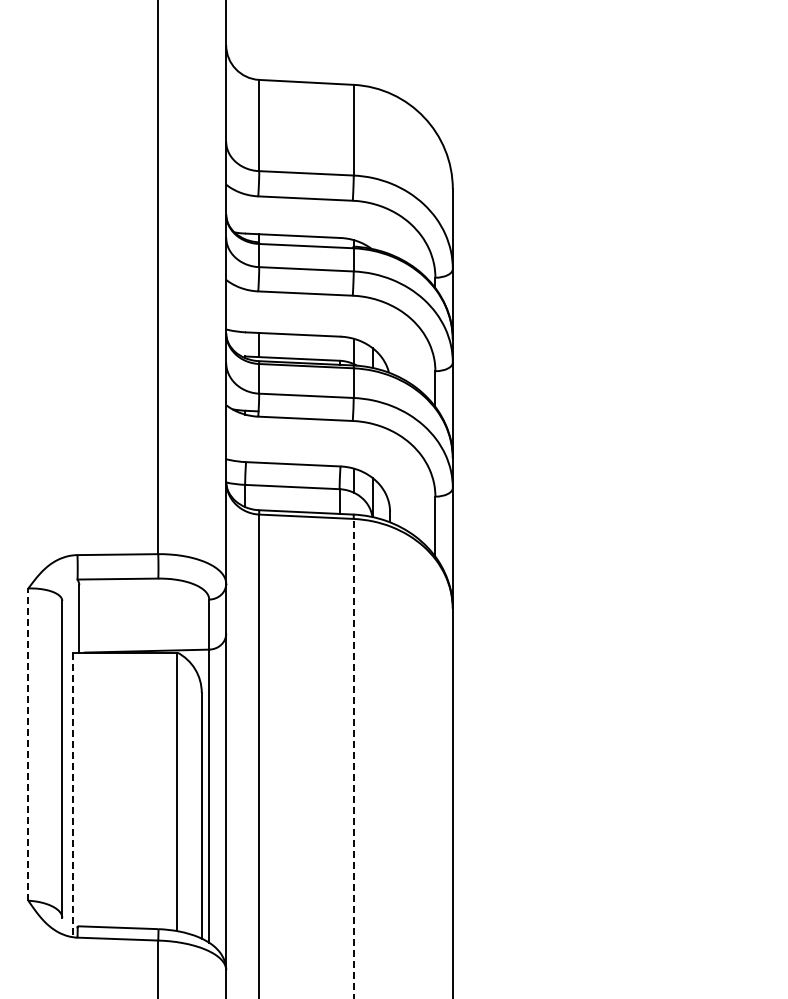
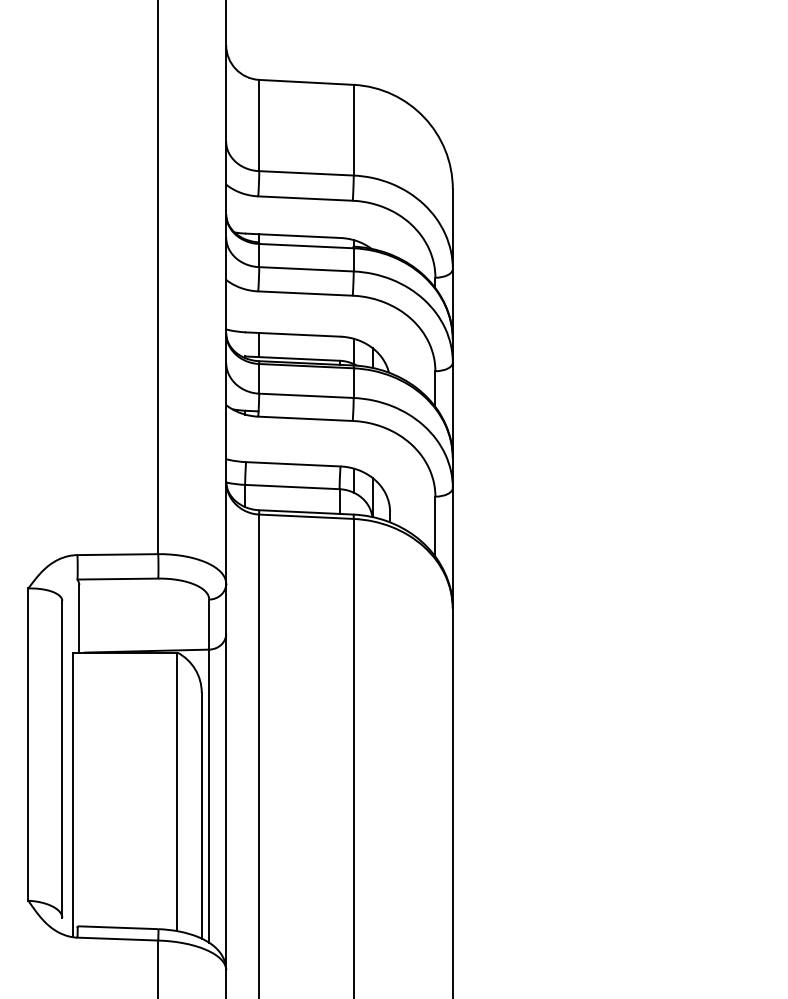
line at (28, 744): dashed -> solid
line at (353, 758): dashed -> solid
line at (72, 795): dashed -> solid
